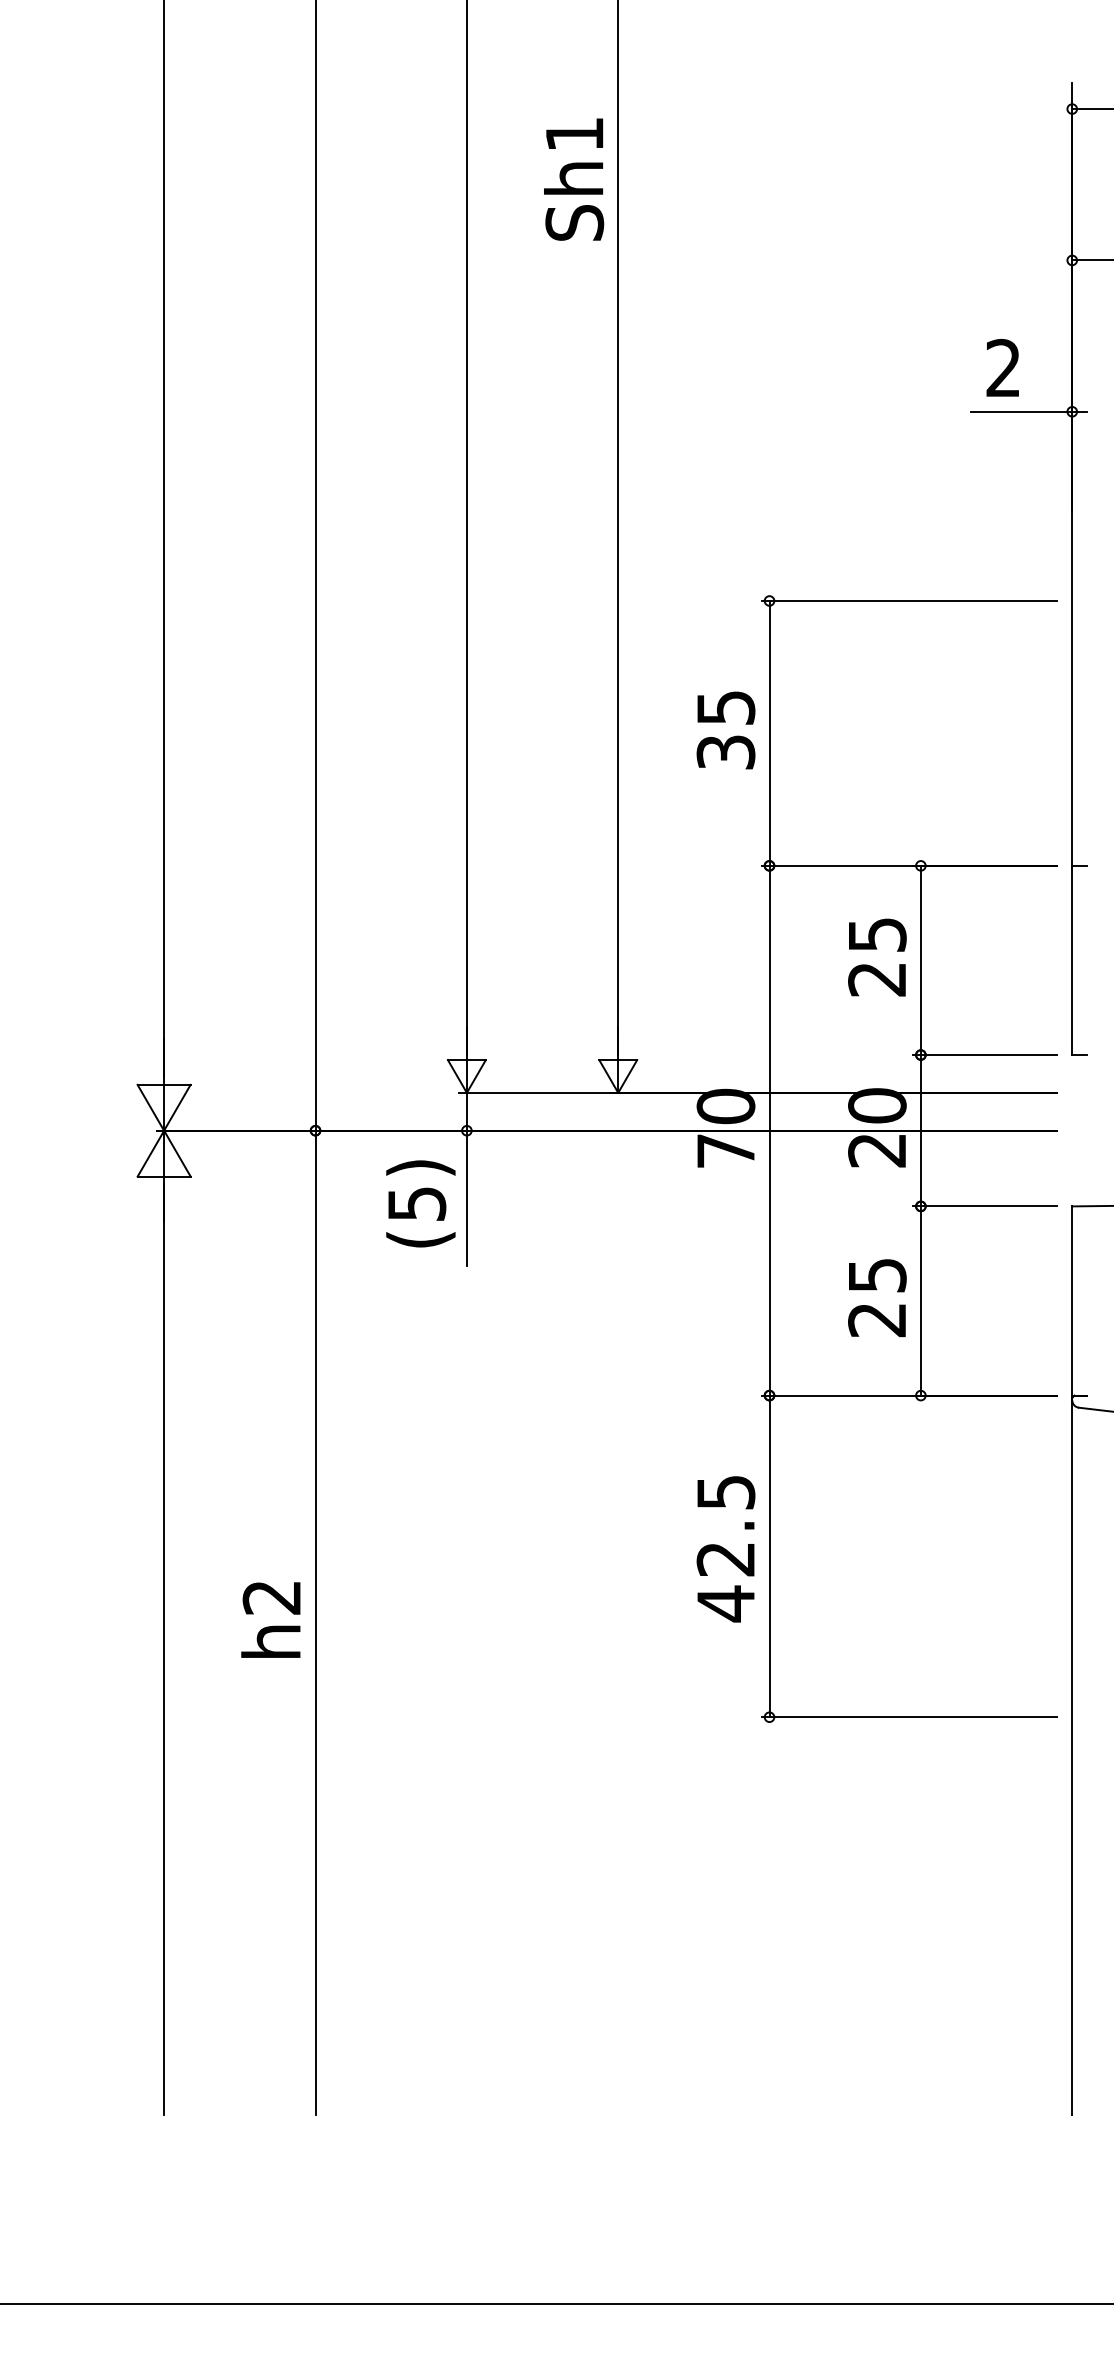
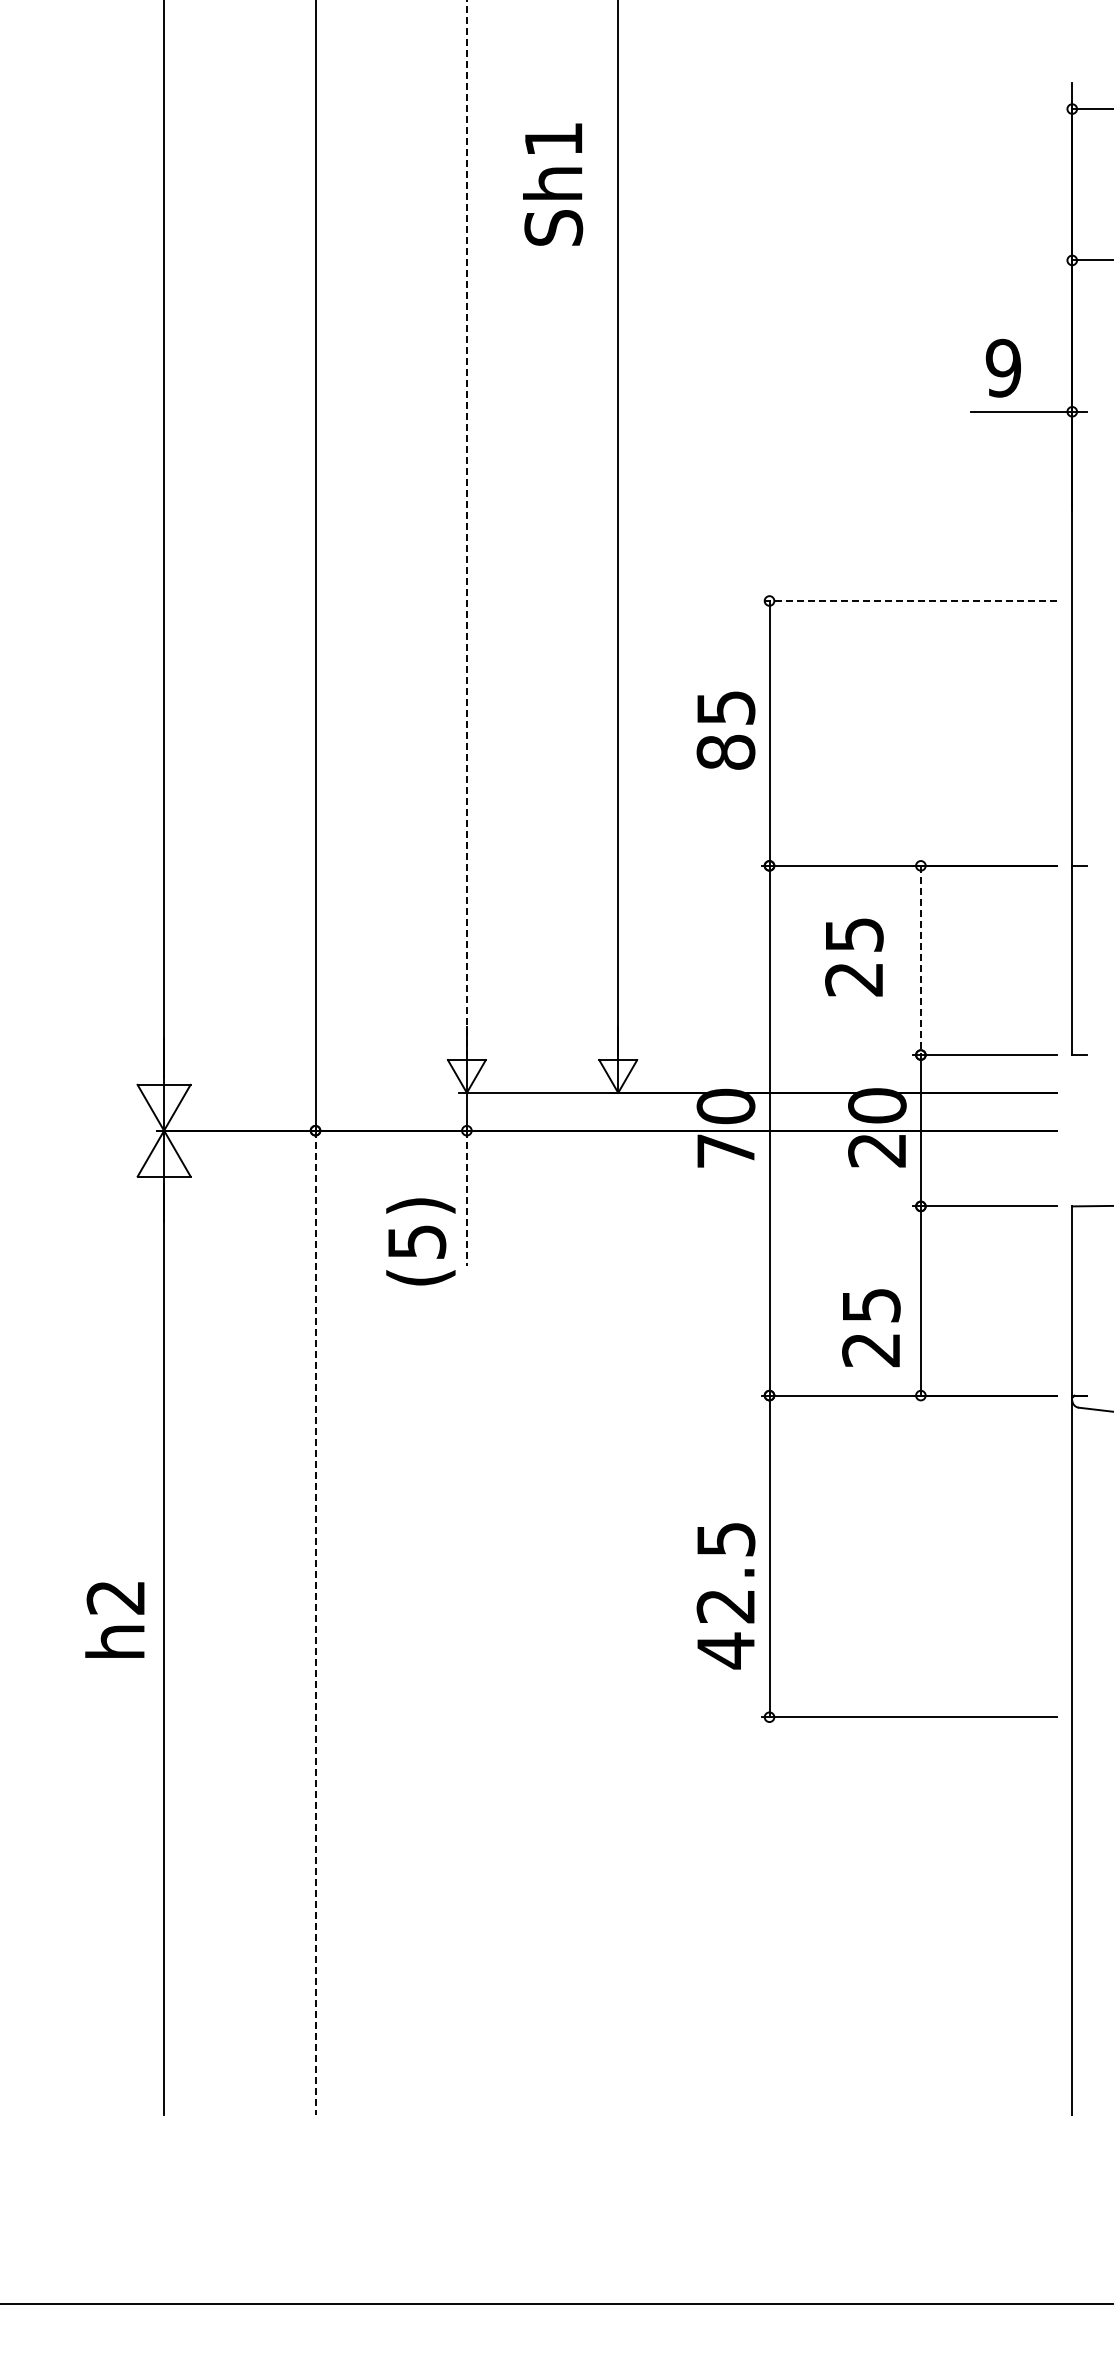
text at (574, 179) position: (574, 179) -> (553, 184)
text at (1002, 368): 2 -> 9
line at (466, 528): solid -> dashed
line at (909, 600): solid -> dashed
text at (725, 751): 35 -> 85
text at (877, 957) position: (877, 957) -> (854, 957)
line at (920, 960): solid -> dashed
line at (466, 1198): solid -> dashed
text at (420, 1203) position: (420, 1203) -> (420, 1241)
text at (877, 1298) position: (877, 1298) -> (871, 1328)
text at (725, 1549) position: (725, 1549) -> (725, 1596)
text at (270, 1619) position: (270, 1619) -> (114, 1619)
line at (315, 1622): solid -> dashed
